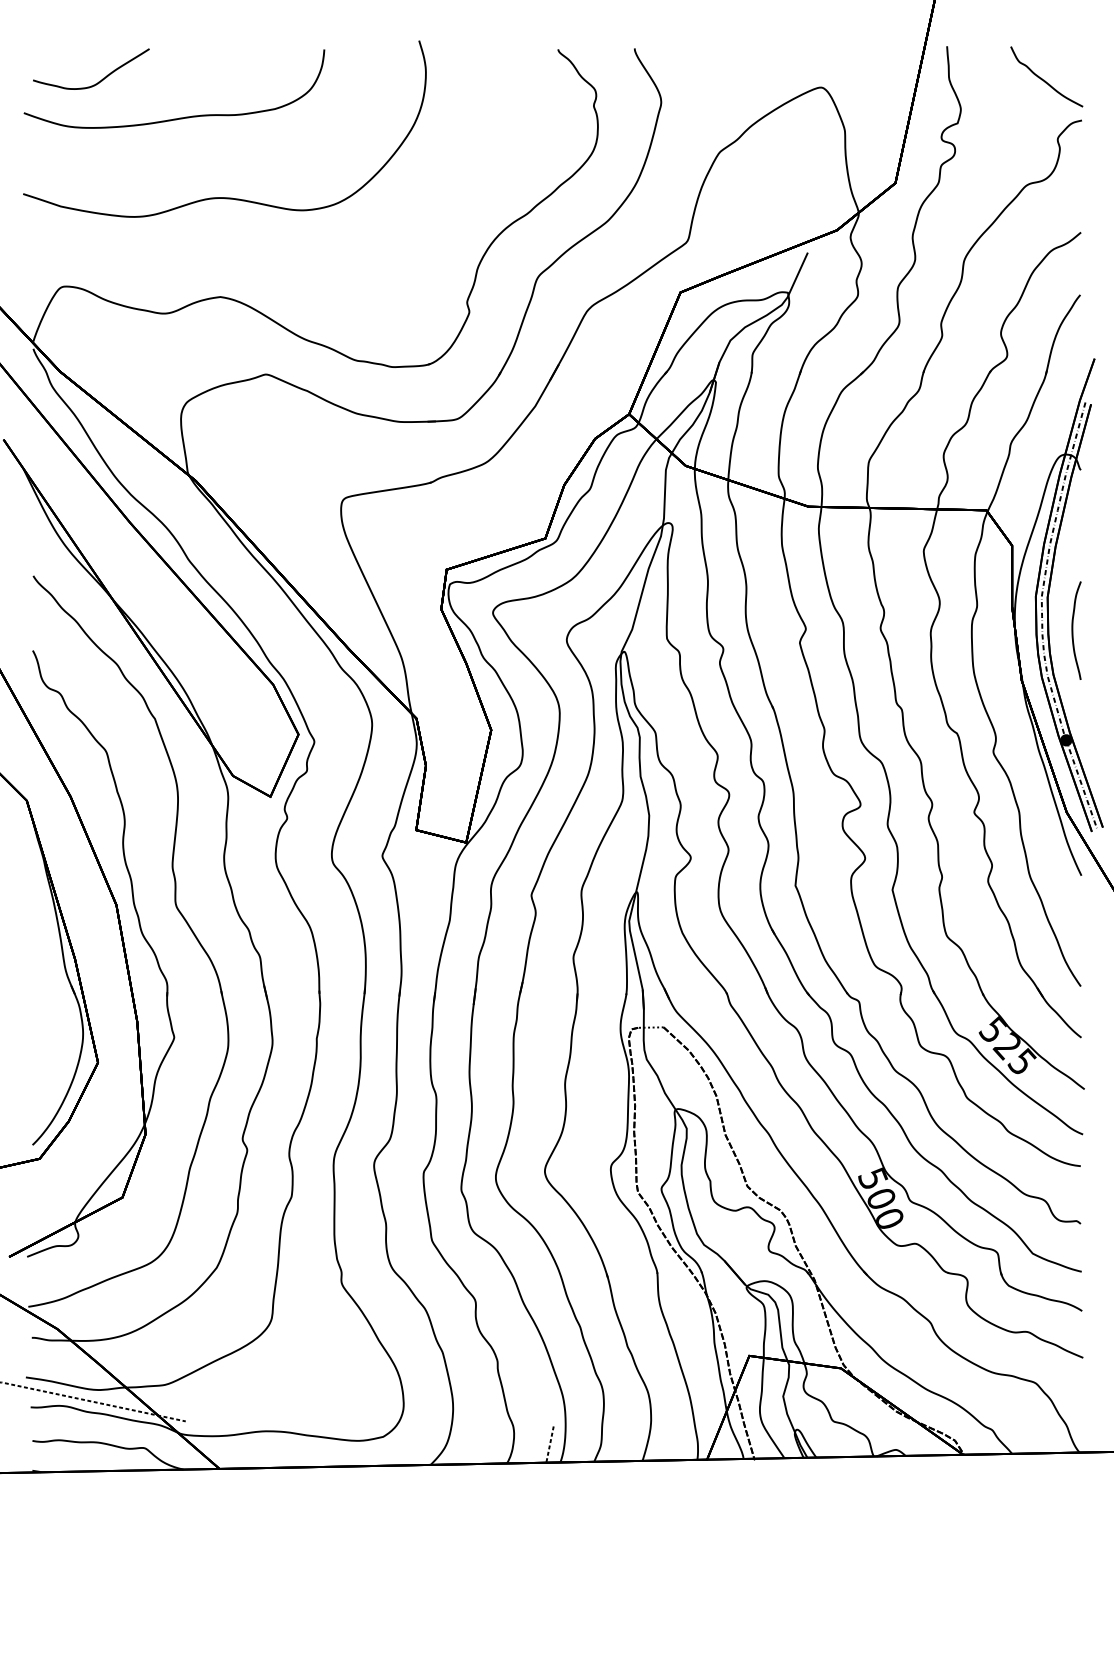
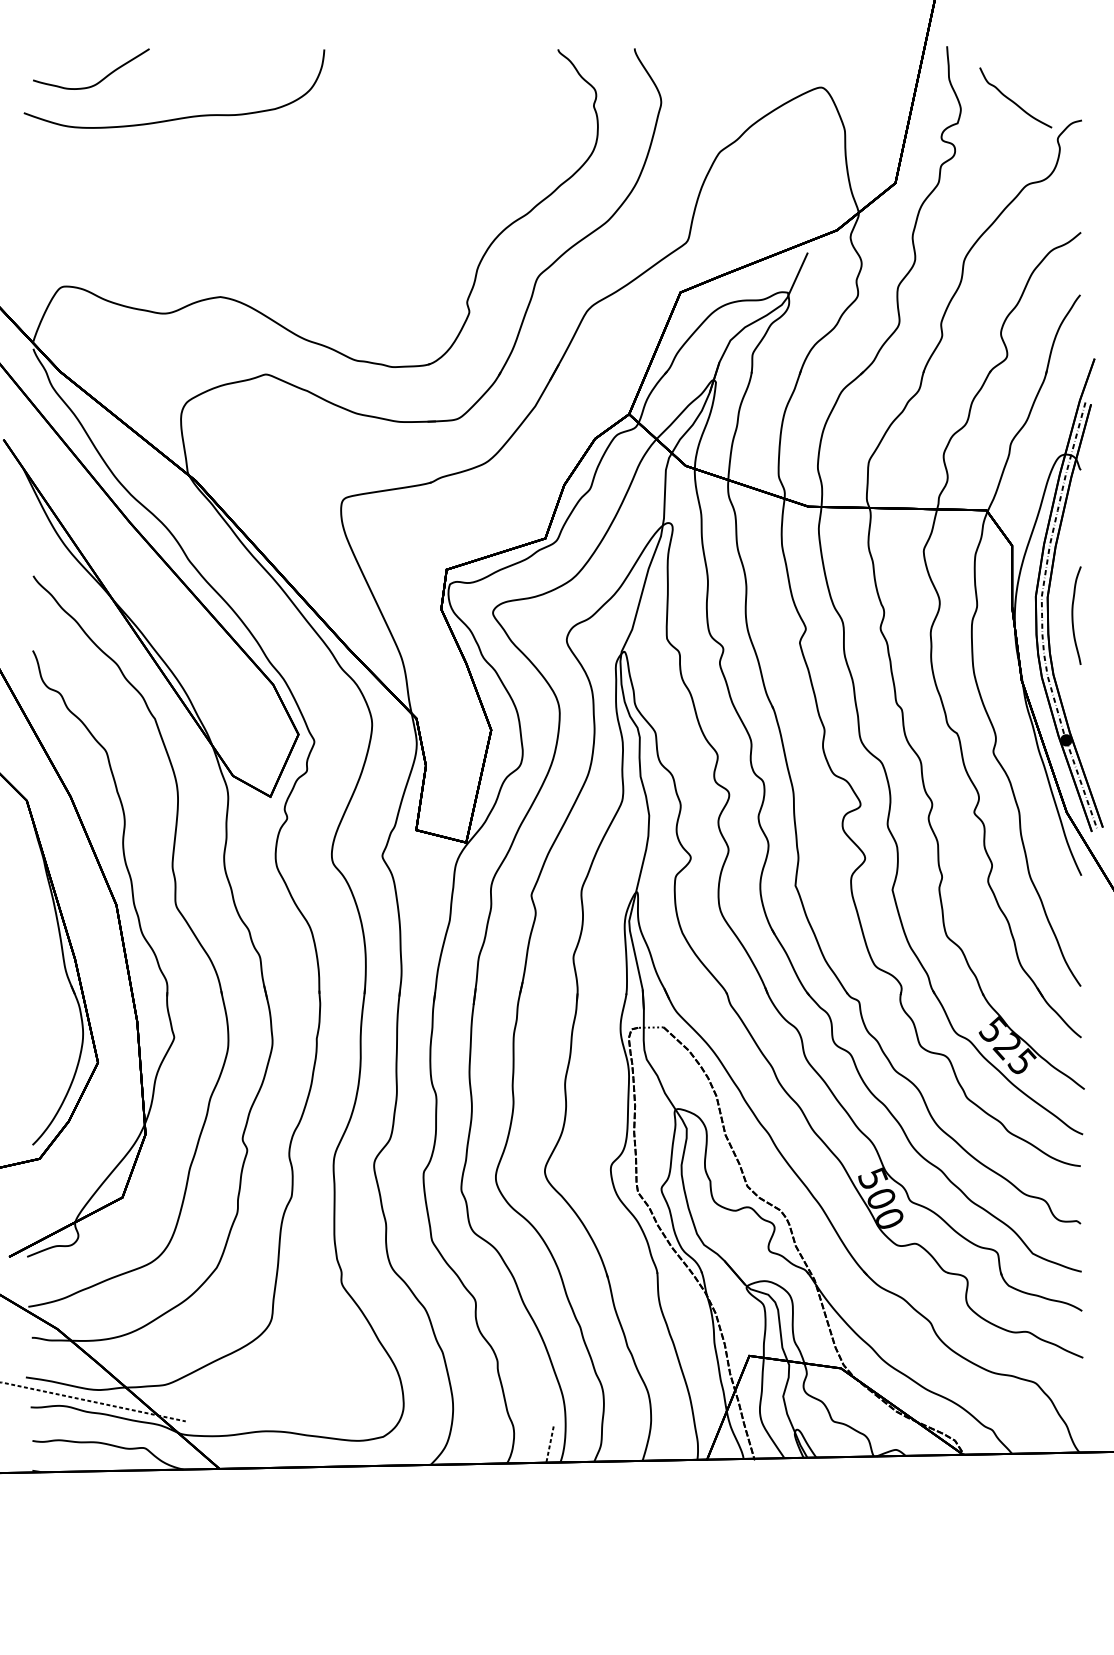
curve at (1045, 80) position: (1045, 80) -> (1014, 101)
curve at (224, 197): present -> none
curve at (1073, 630) position: (1073, 630) -> (1073, 615)
